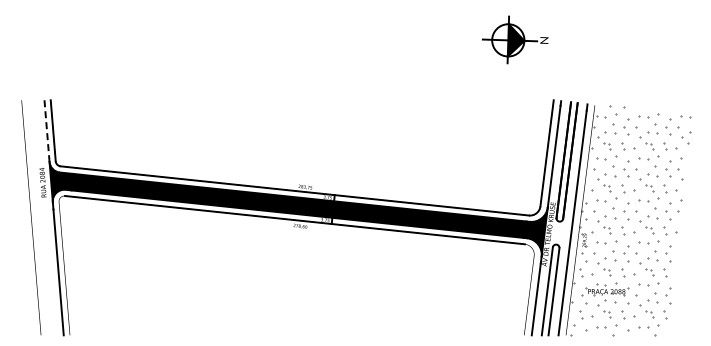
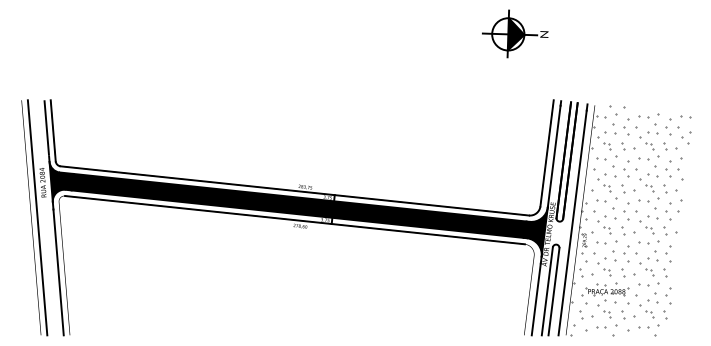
part at (515, 39) position: (515, 39) -> (515, 33)
line at (46, 128): dashed -> solid
line at (37, 217): none -> present
